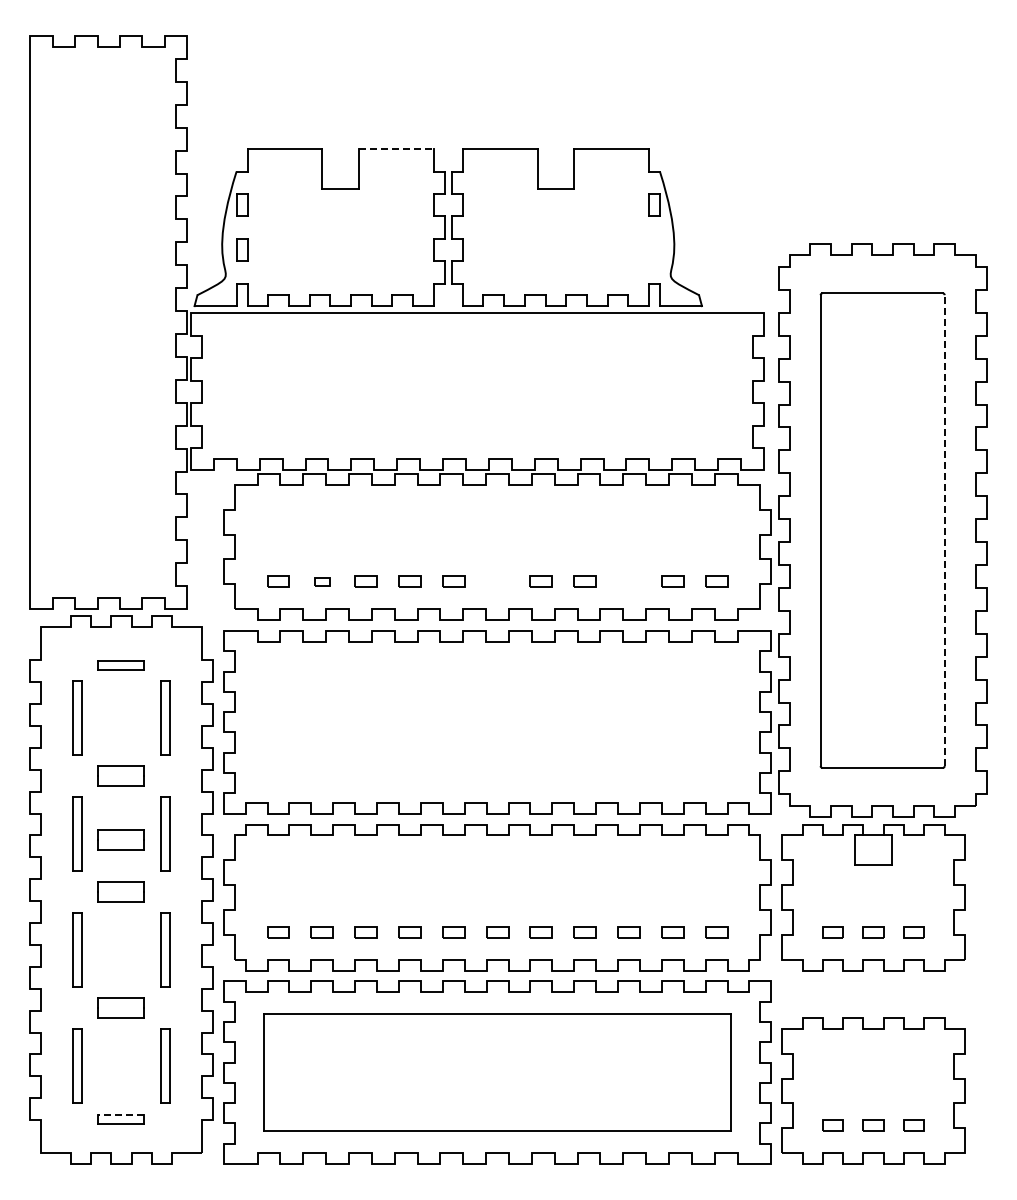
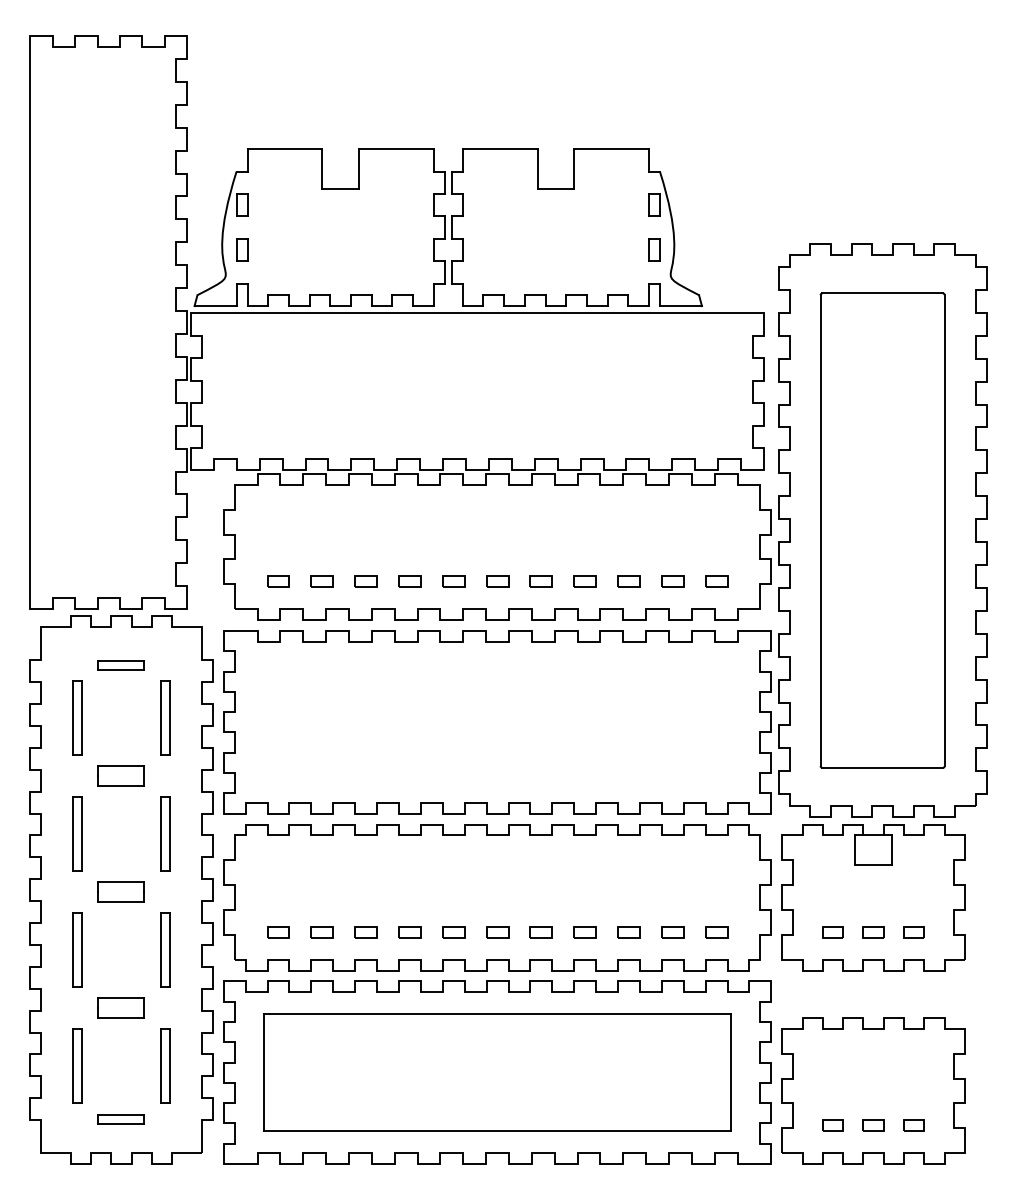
line at (396, 149): dashed -> solid
part at (654, 249): none -> present
line at (944, 530): dashed -> solid
part at (322, 581) size: 17x10 px -> 24x13 px
part at (497, 581): none -> present
part at (628, 581): none -> present
part at (120, 839): present -> none
line at (120, 1114): dashed -> solid
